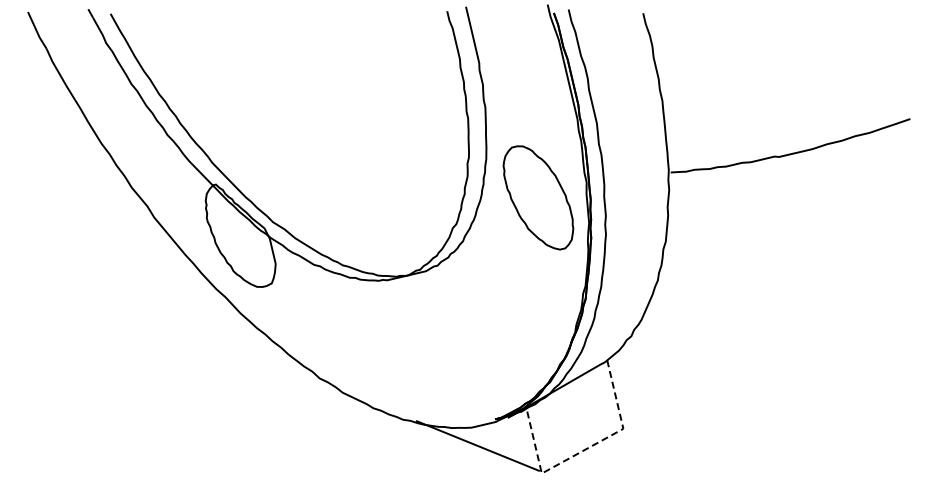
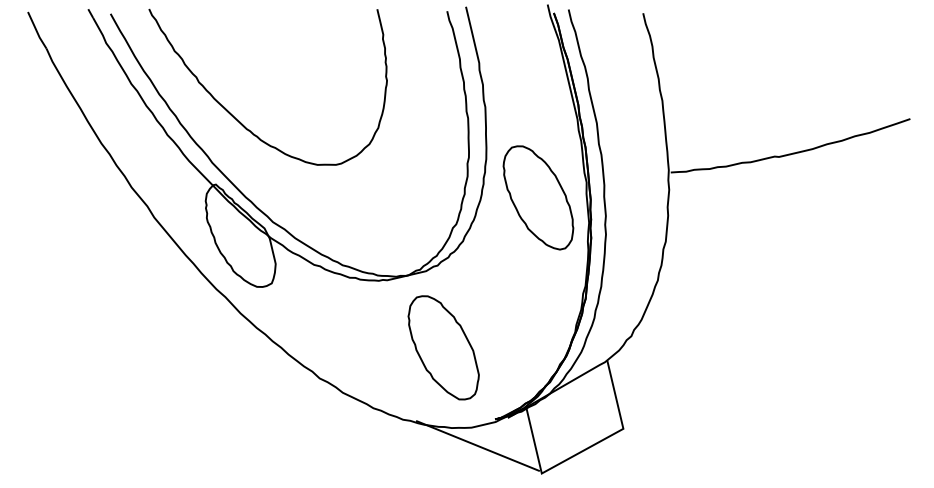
curve at (239, 120): none -> present
part at (443, 347): none -> present
line at (583, 450): dashed -> solid
